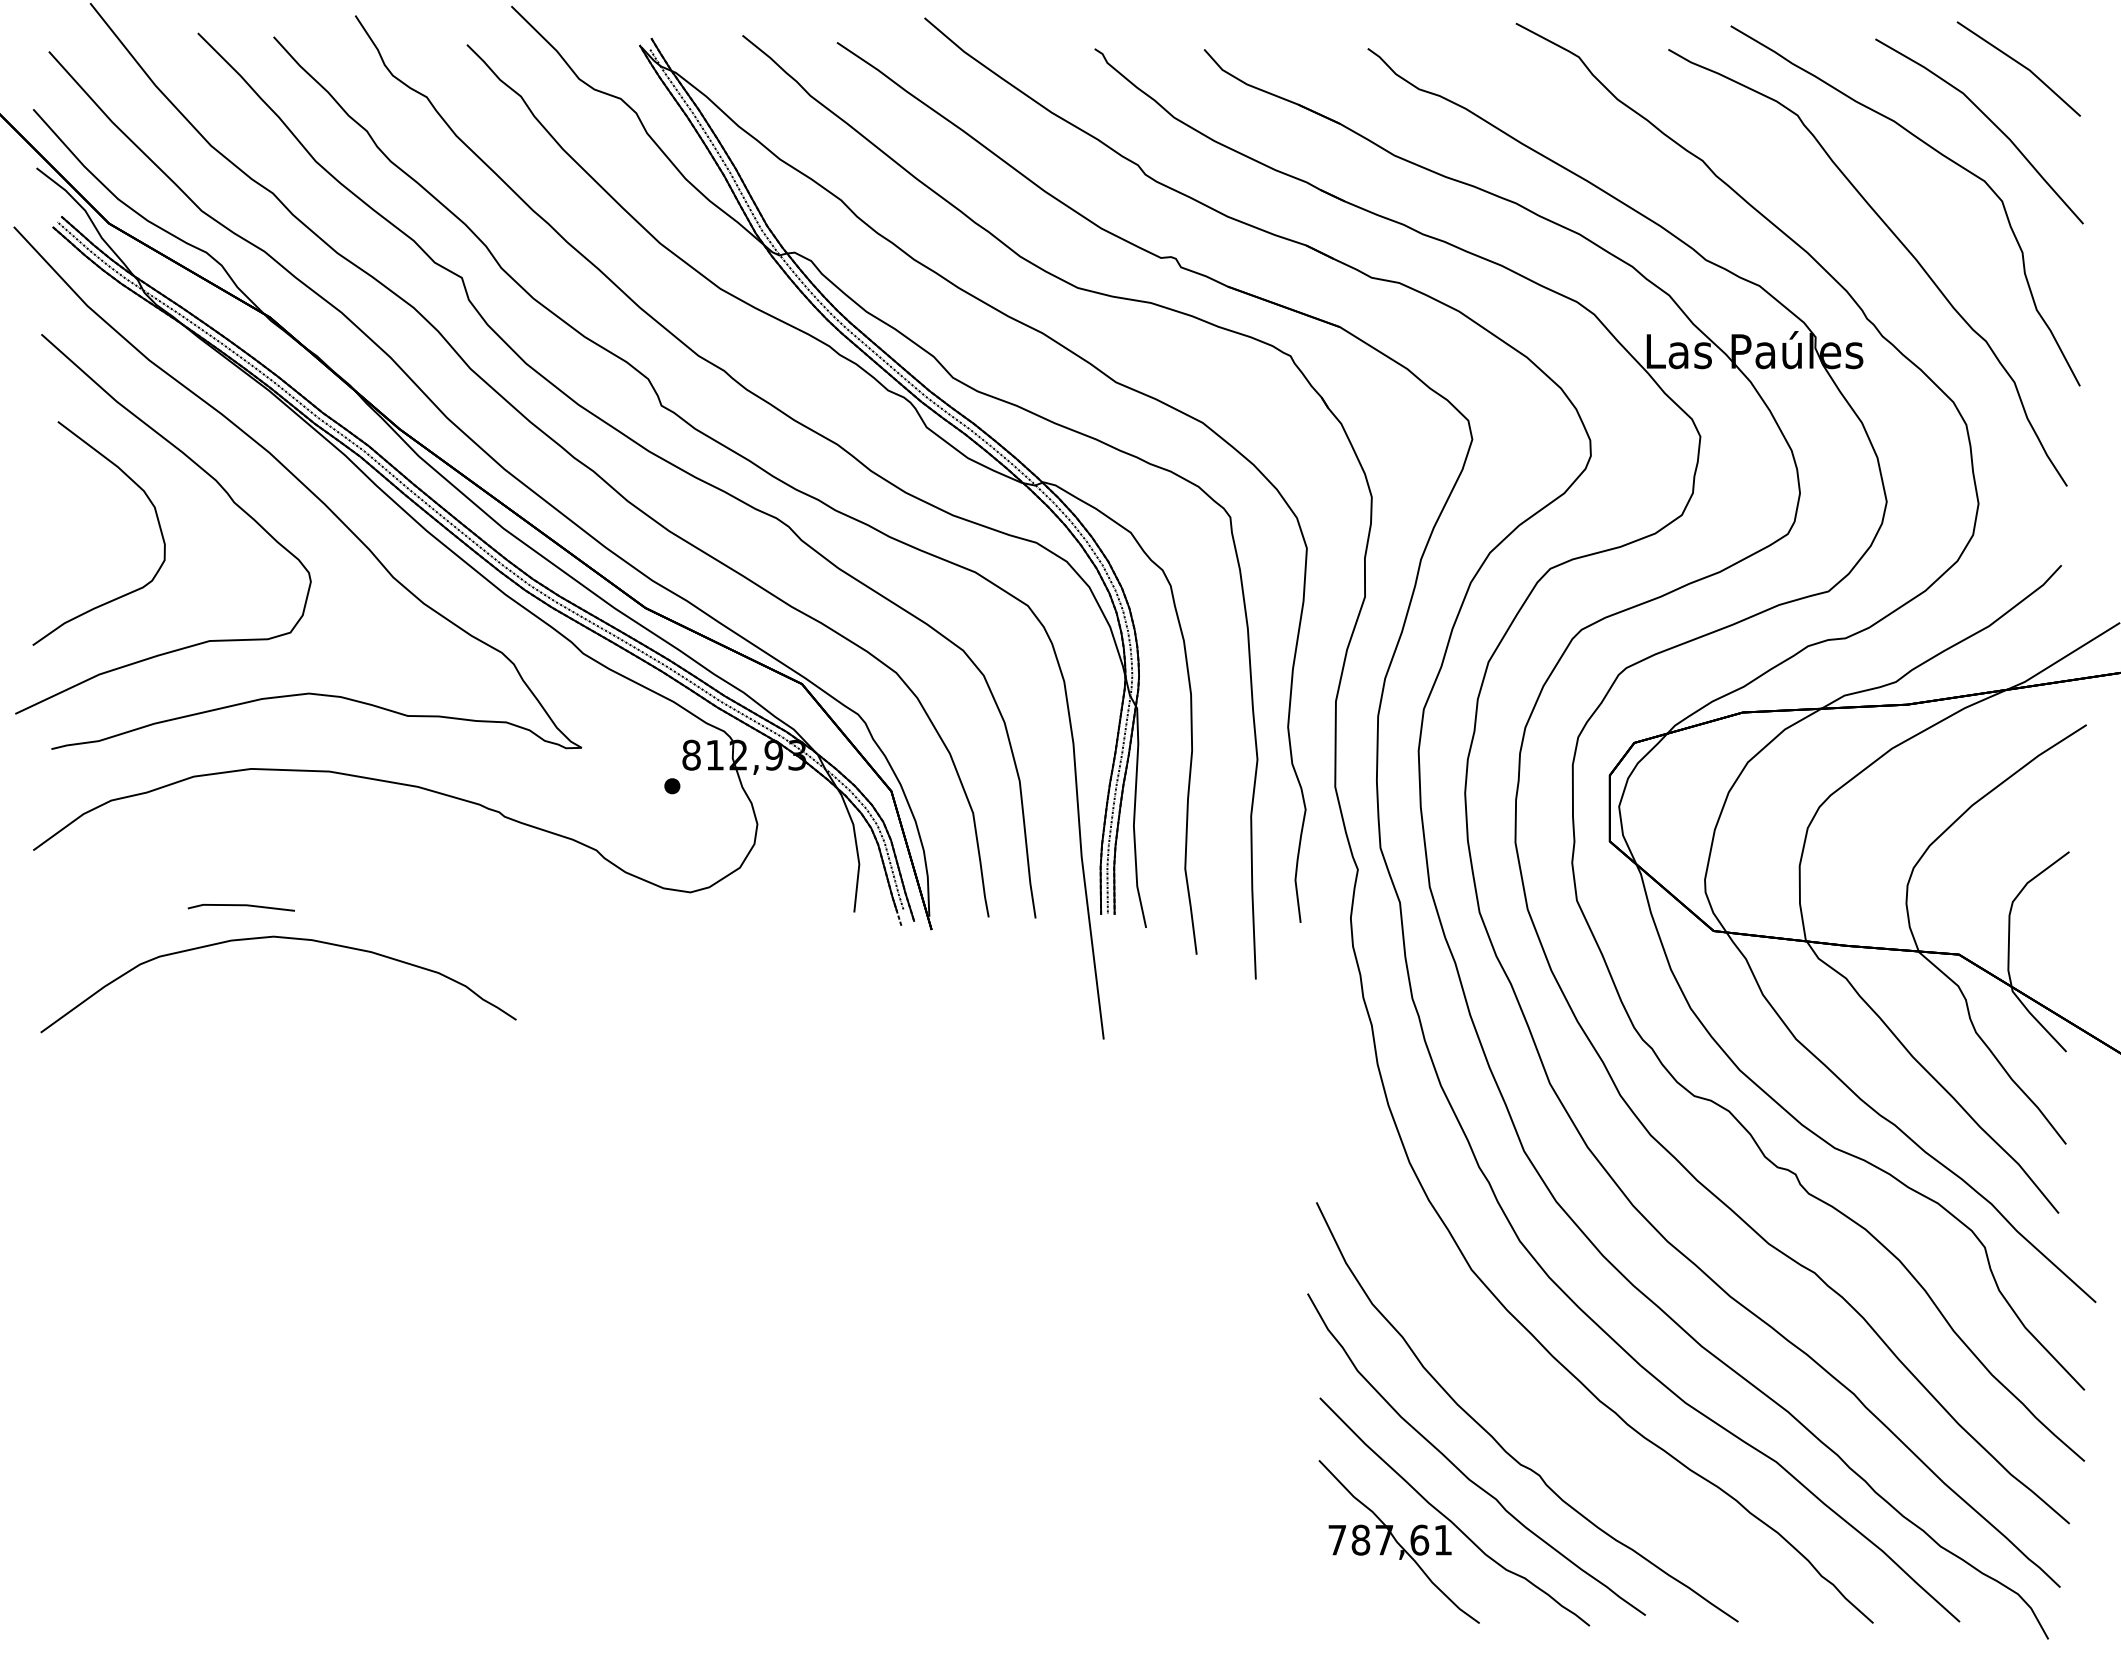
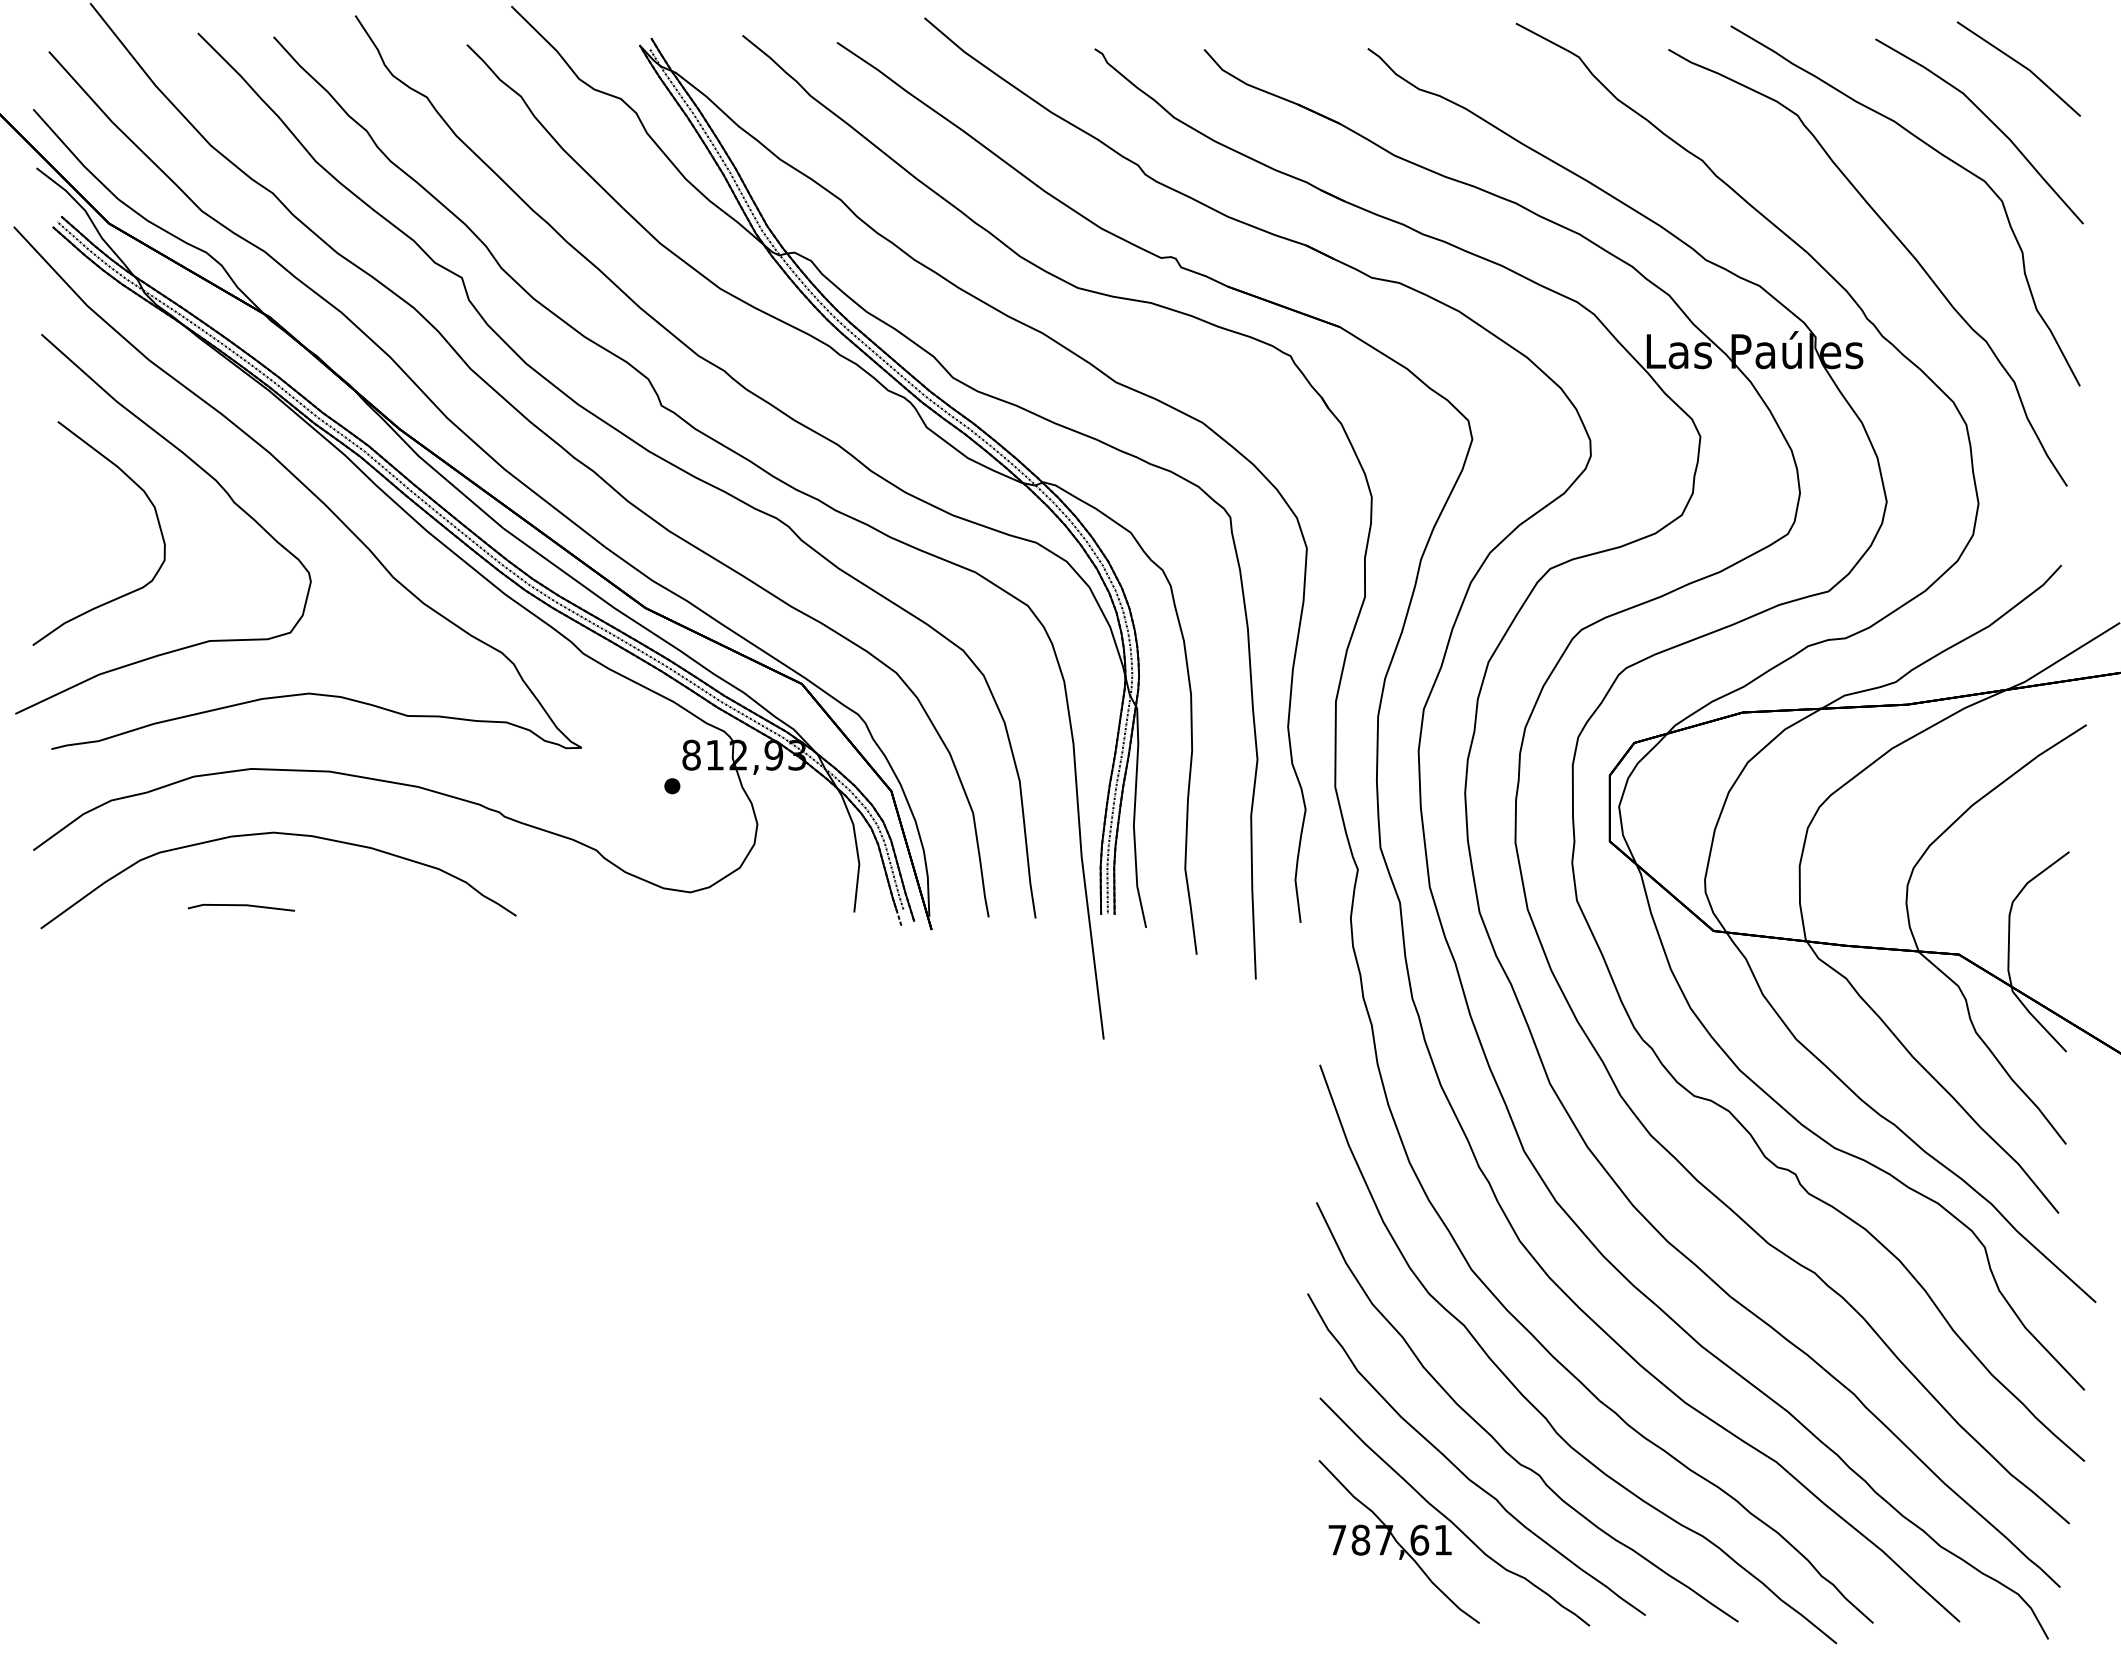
curve at (279, 938) position: (279, 938) -> (279, 834)
part at (1530, 1401): none -> present
